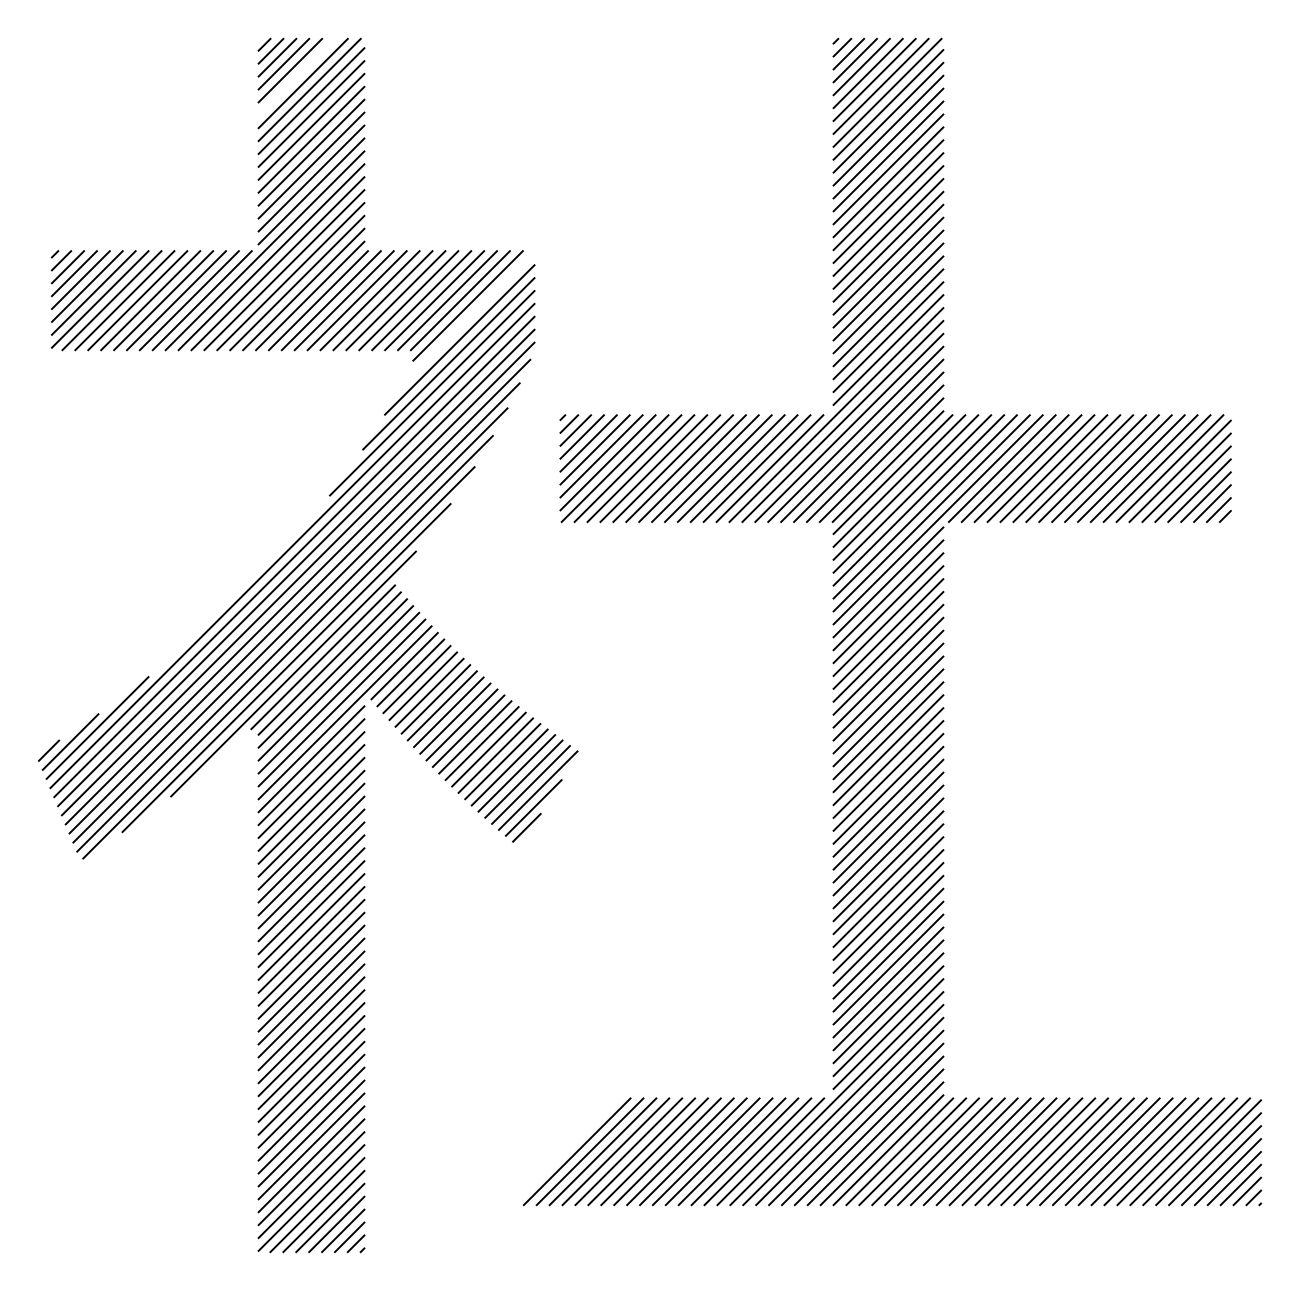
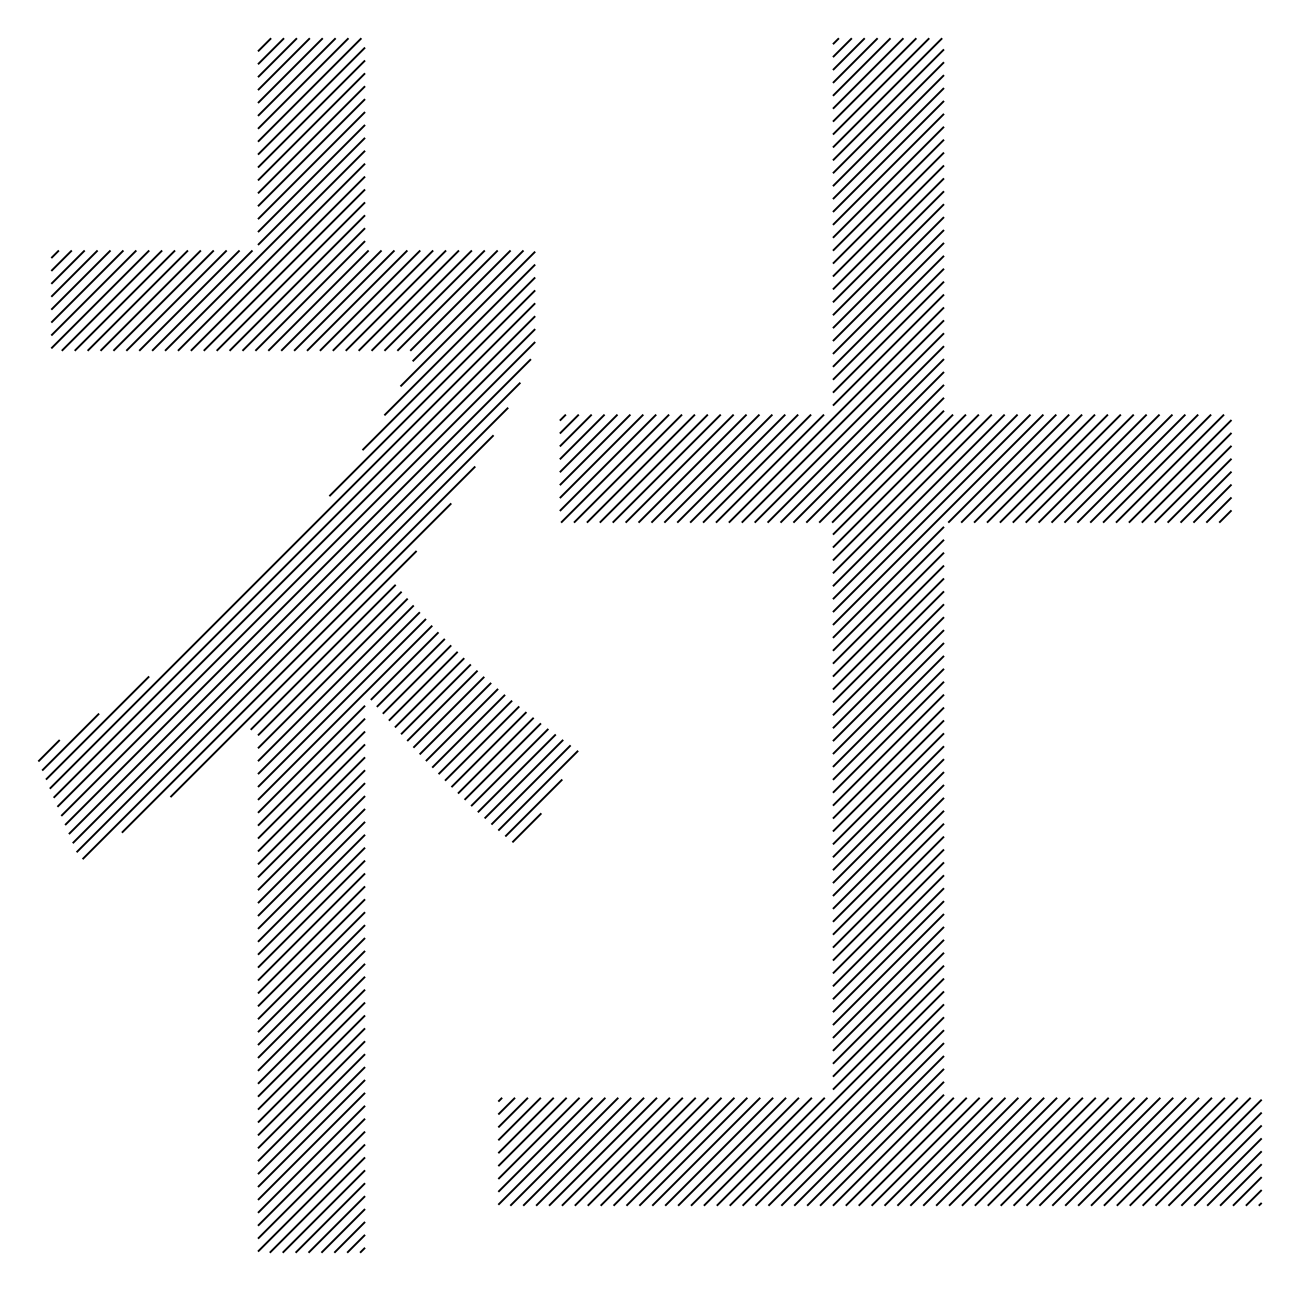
line at (296, 76): none -> present
line at (467, 318): none -> present
part at (557, 1151): none -> present
